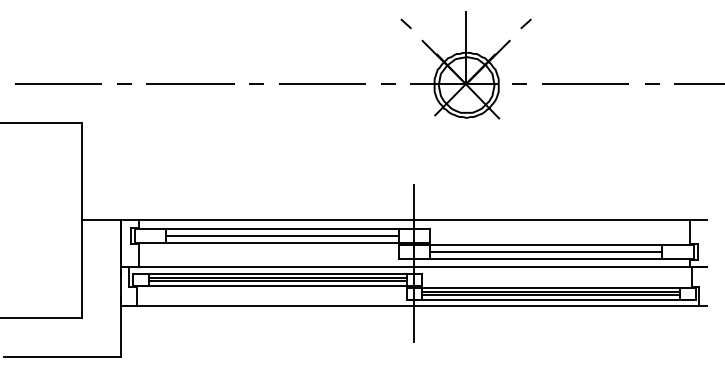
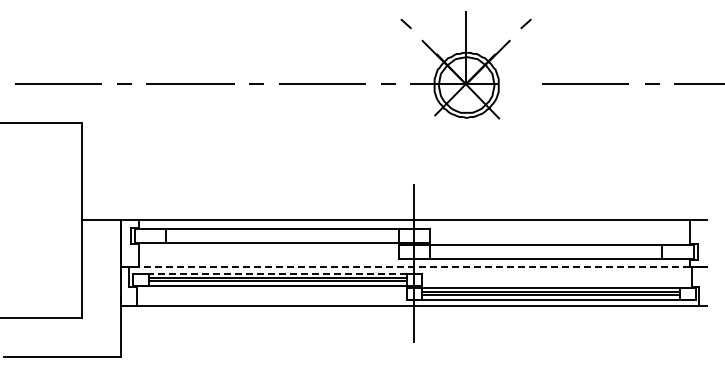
line at (519, 83): present -> none
line at (282, 236): present -> none
line at (545, 252): present -> none
line at (413, 267): solid -> dashed
line at (277, 273): solid -> dashed
